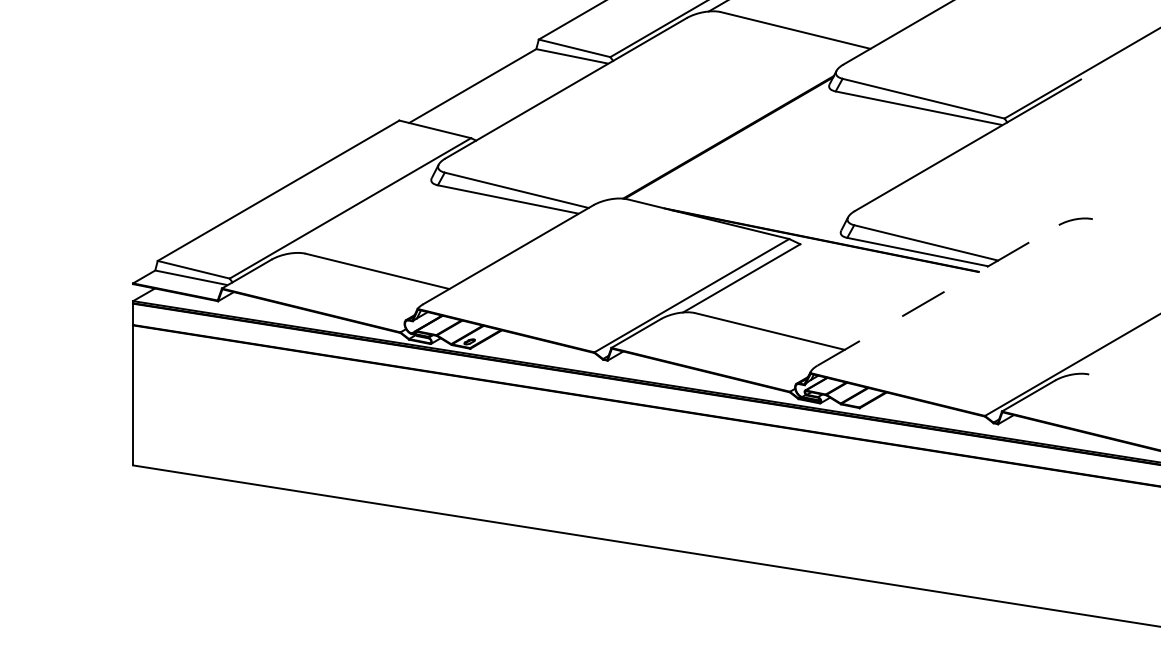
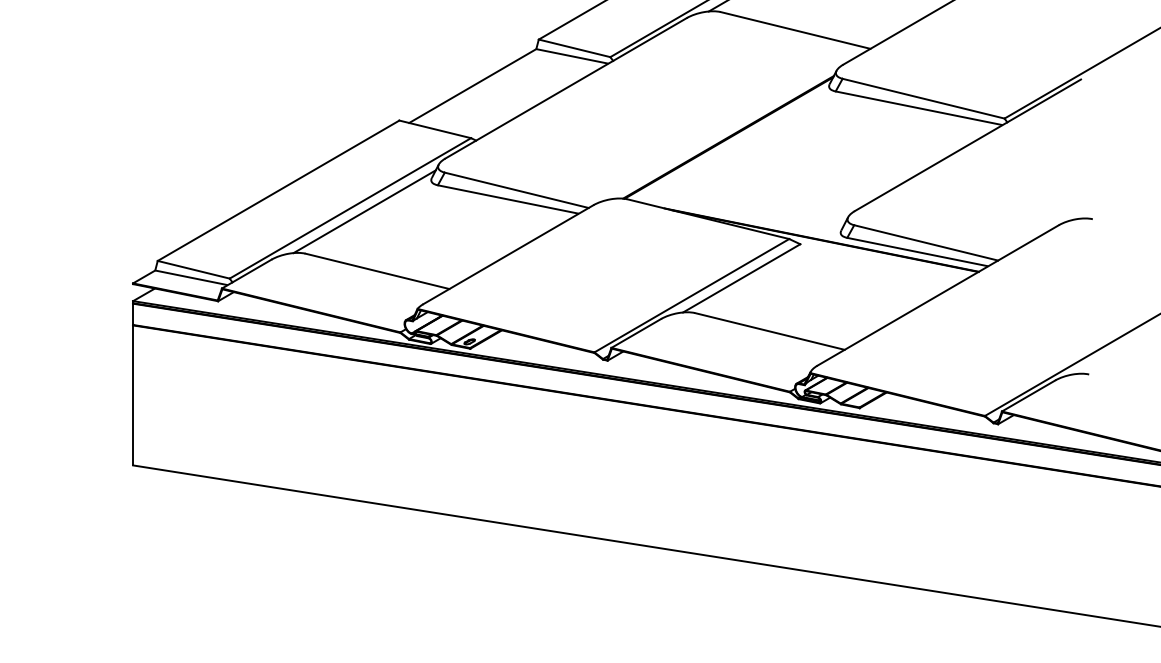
line at (364, 211): none -> present
line at (938, 295): dashed -> solid
